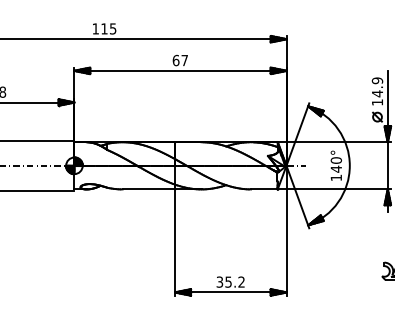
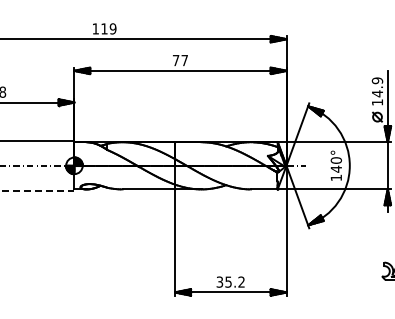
text at (112, 28): 115 -> 119
text at (175, 60): 67 -> 77
line at (37, 191): solid -> dashed
